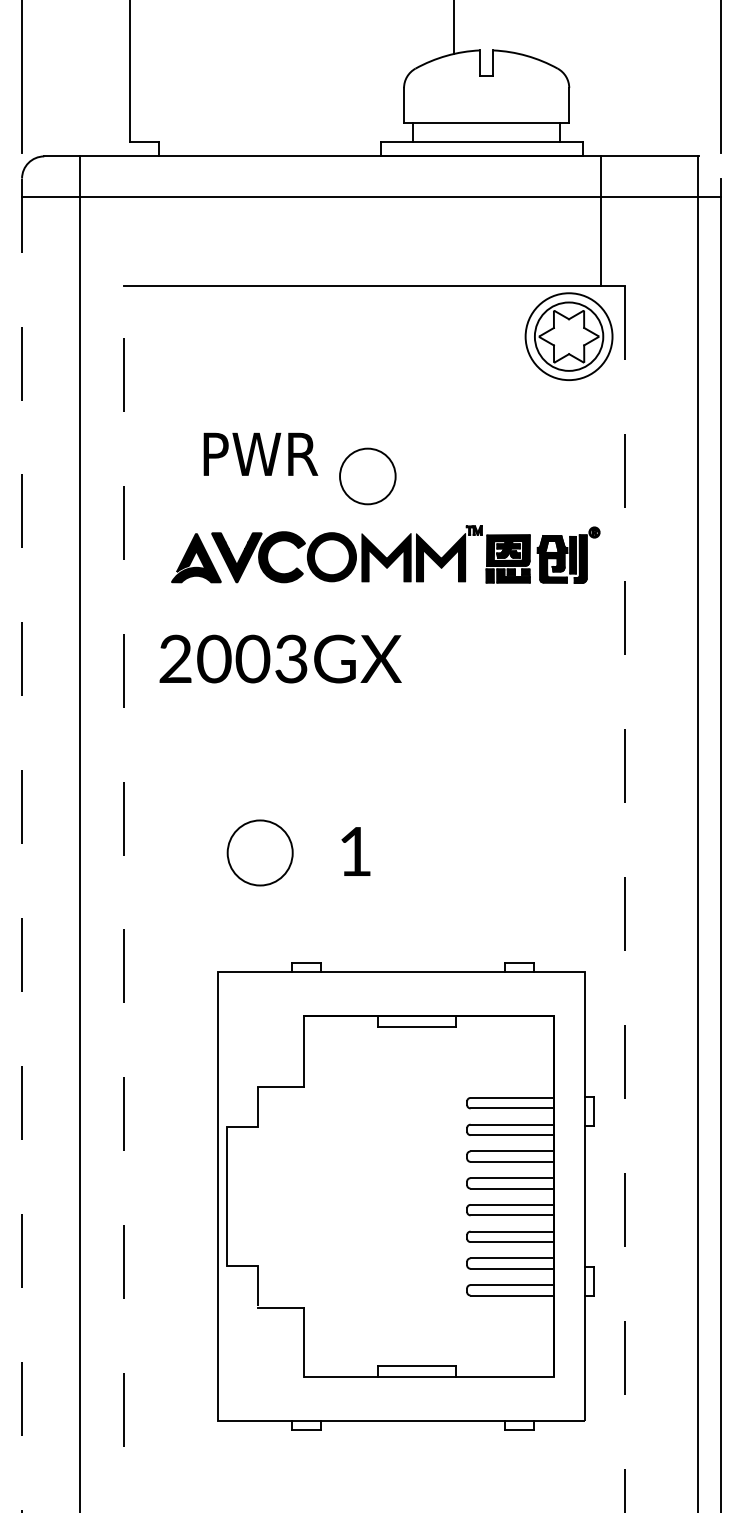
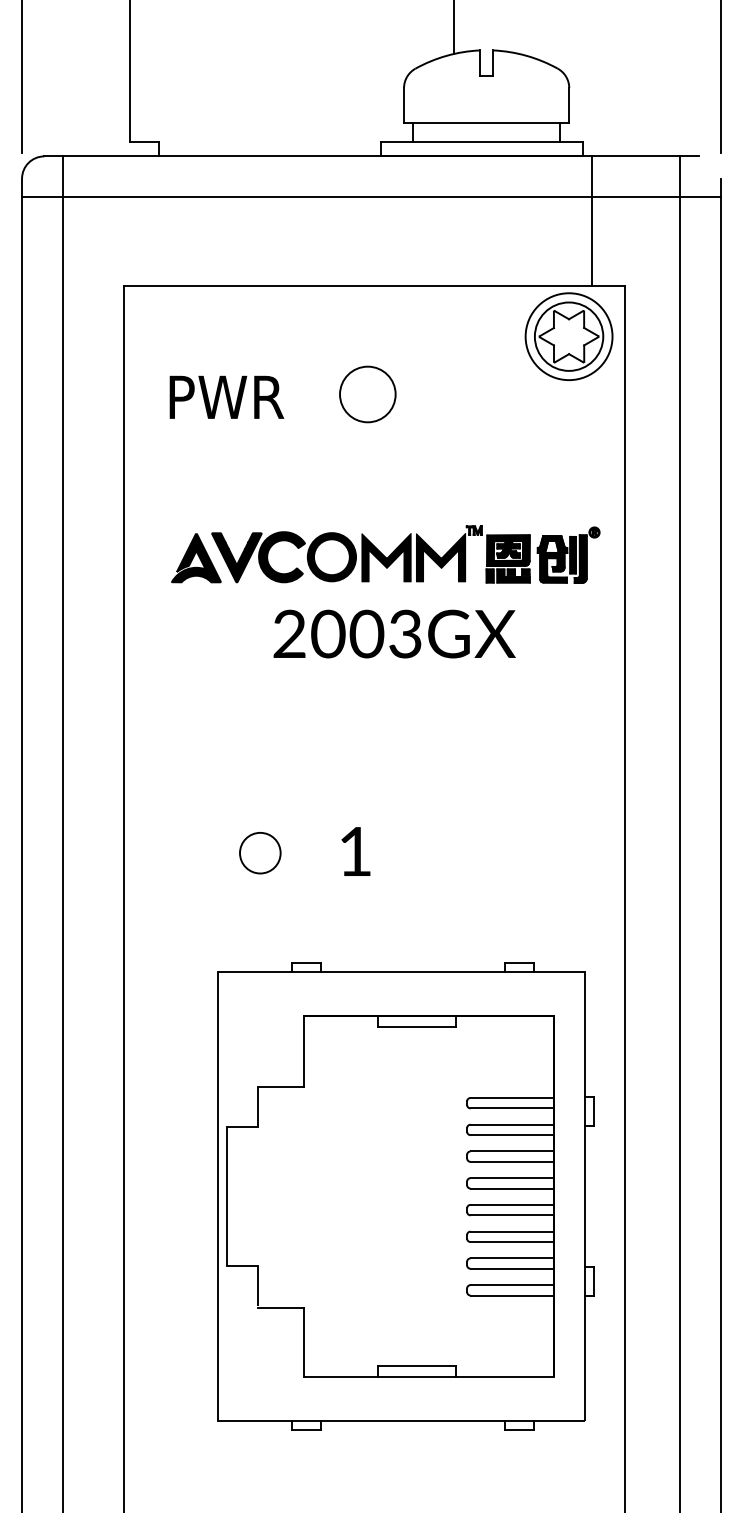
line at (601, 220) position: (601, 220) -> (592, 220)
text at (260, 453) position: (260, 453) -> (226, 396)
circle at (367, 476) position: (367, 476) -> (367, 394)
text at (280, 658) position: (280, 658) -> (394, 633)
line at (79, 832) position: (79, 832) -> (62, 832)
line at (698, 832) position: (698, 832) -> (680, 832)
line at (22, 845): dashed -> solid
circle at (259, 852) size: 68x68 px -> 43x43 px
line at (124, 898): dashed -> solid
line at (625, 899): dashed -> solid
